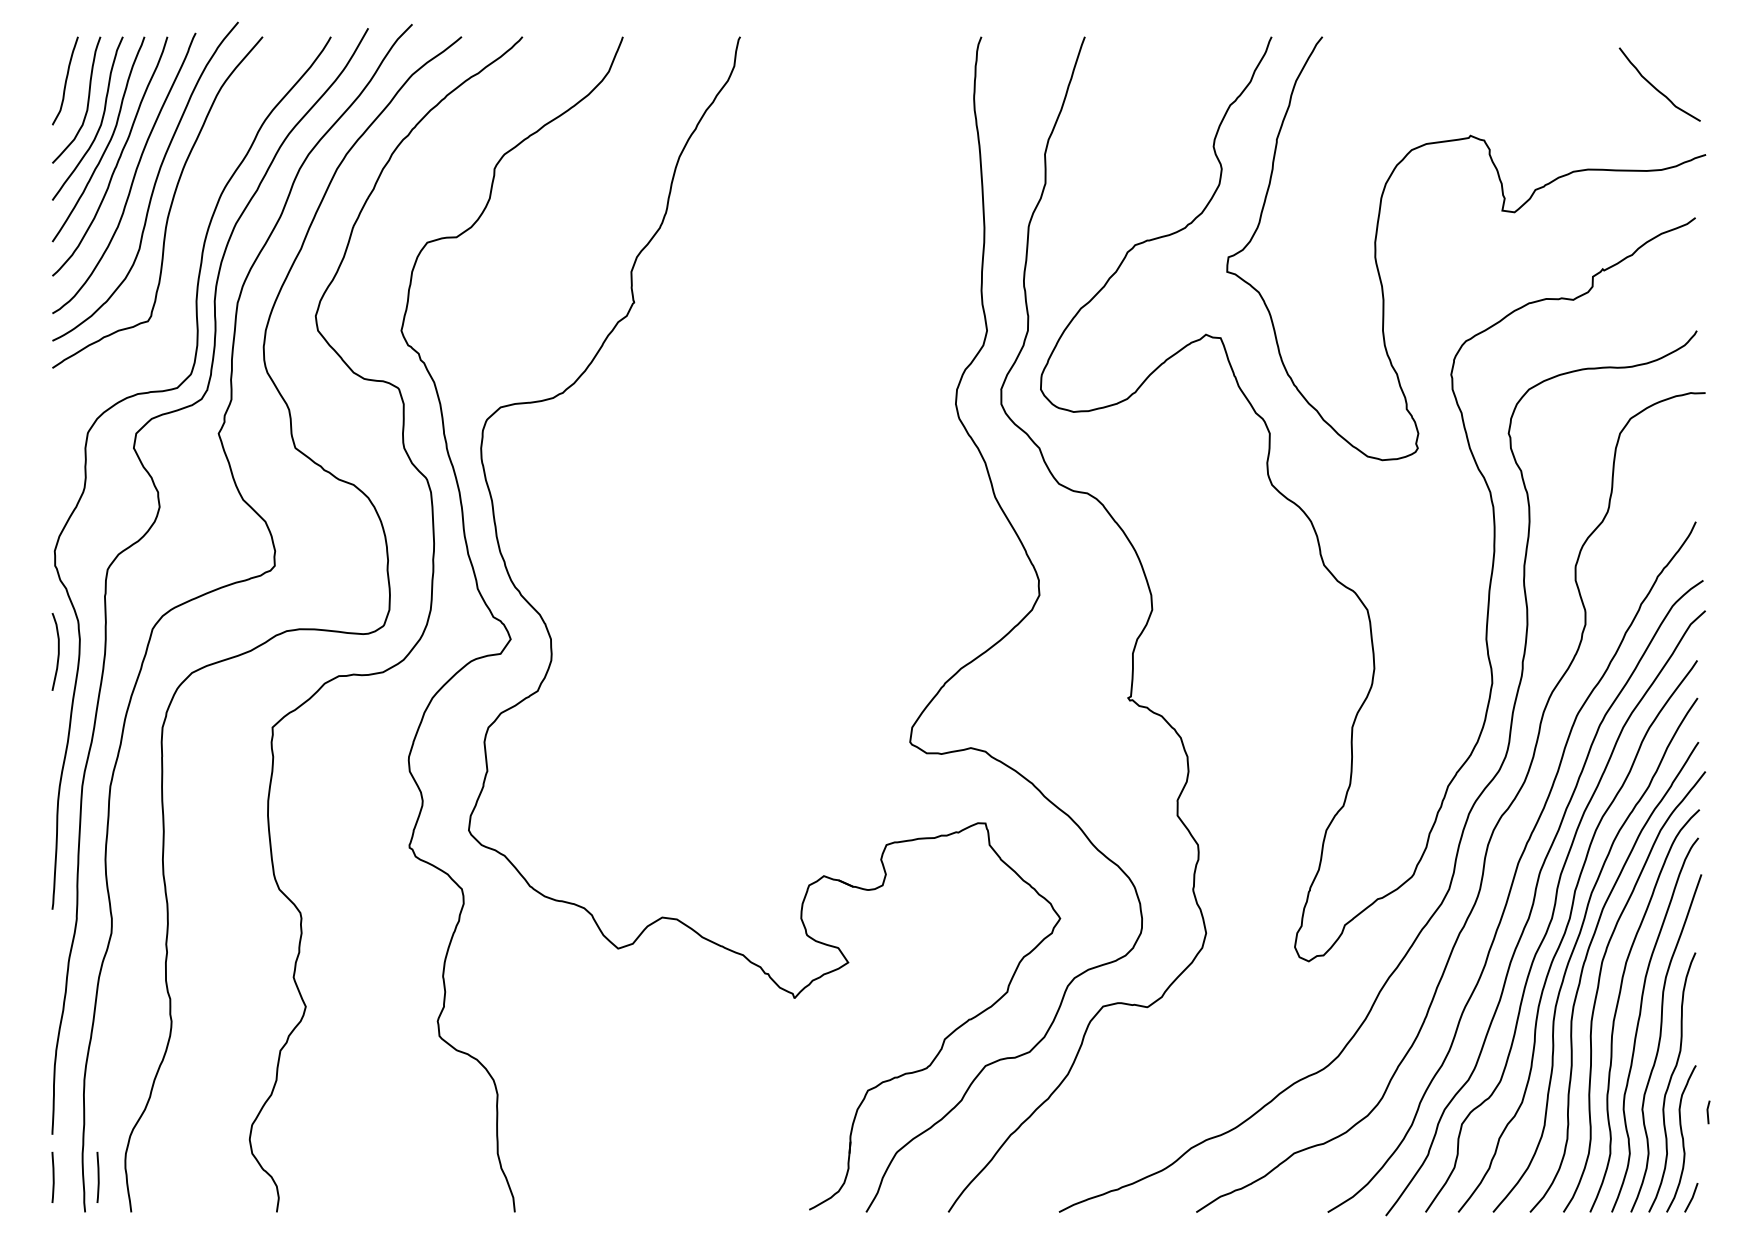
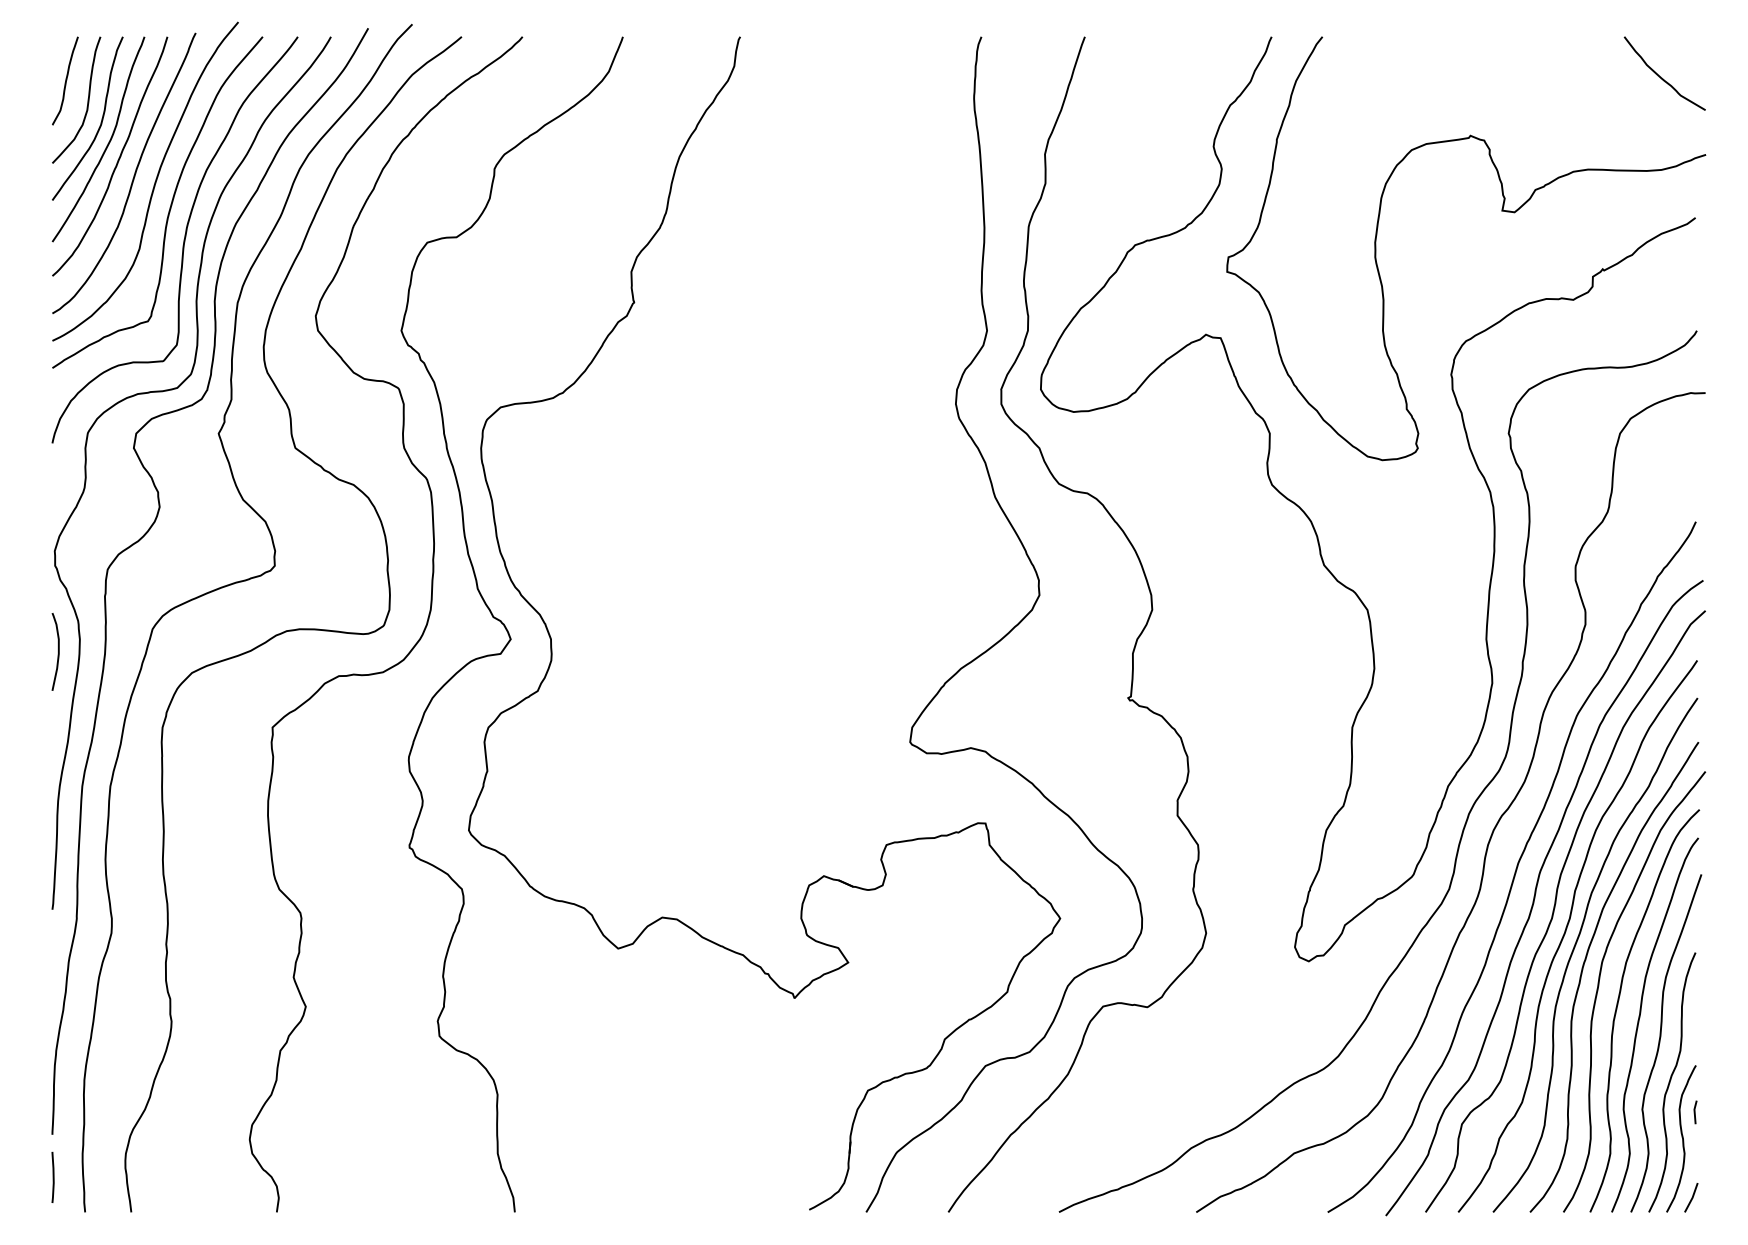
curve at (1657, 88) position: (1657, 88) -> (1662, 77)
curve at (183, 239): none -> present
line at (1708, 1112) position: (1708, 1112) -> (1695, 1112)
line at (97, 1176): present -> none
